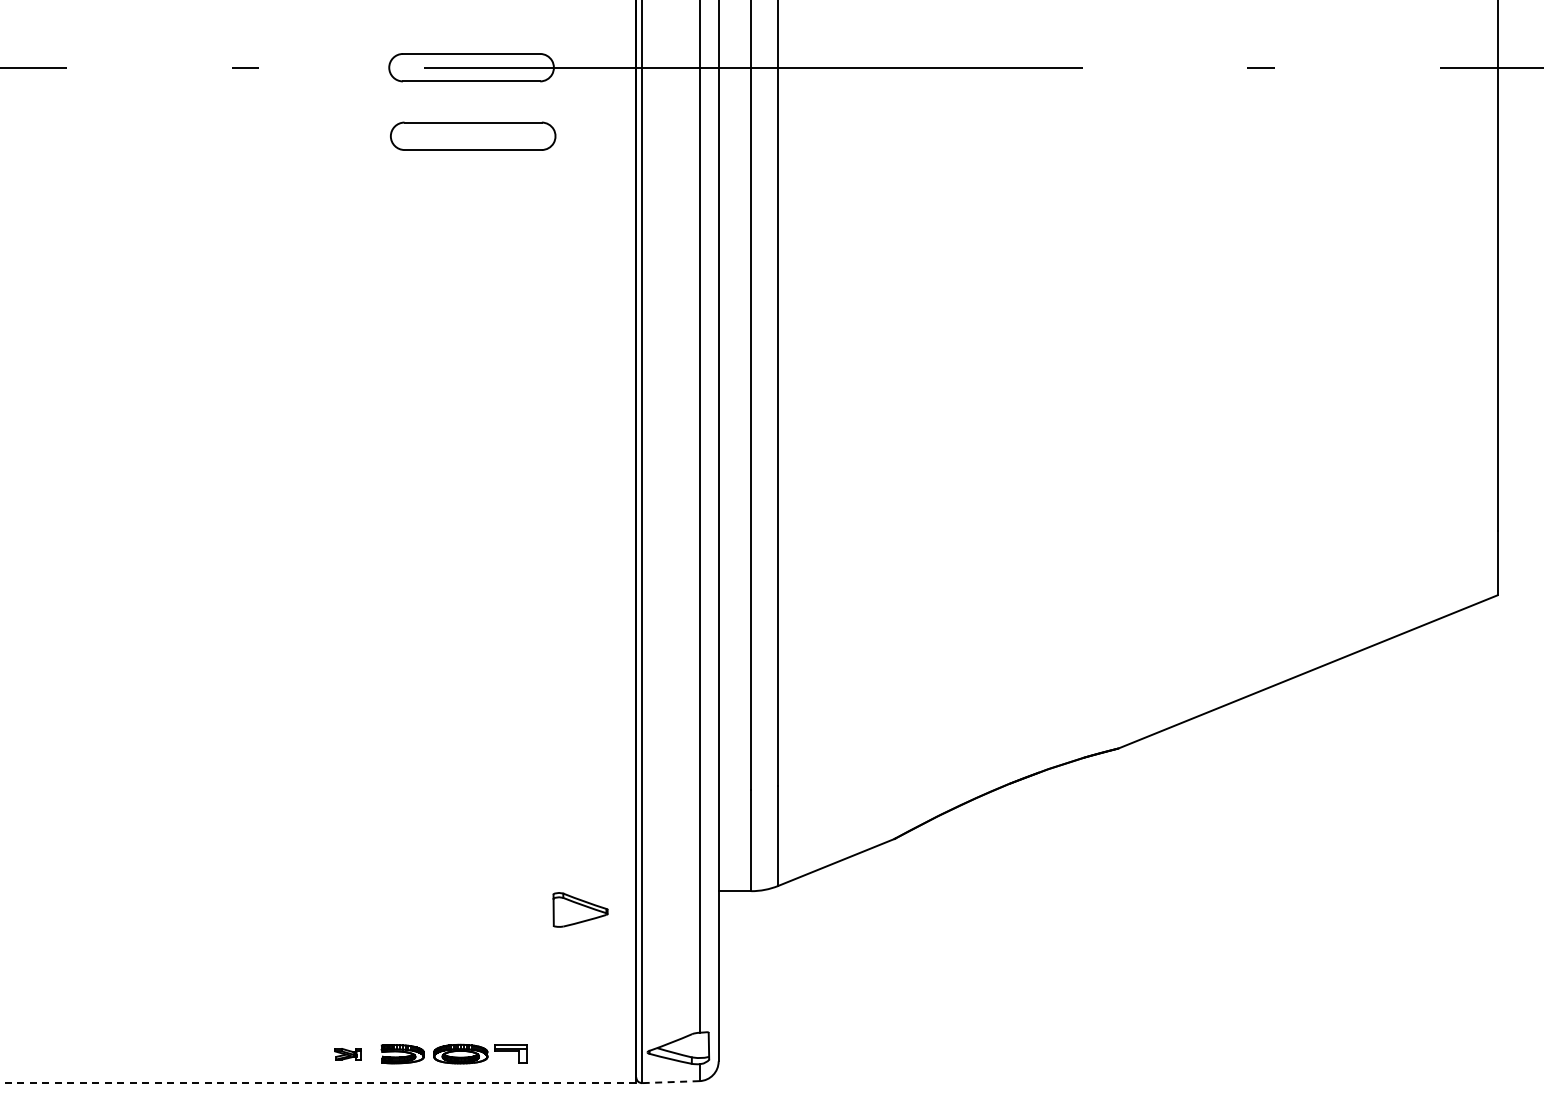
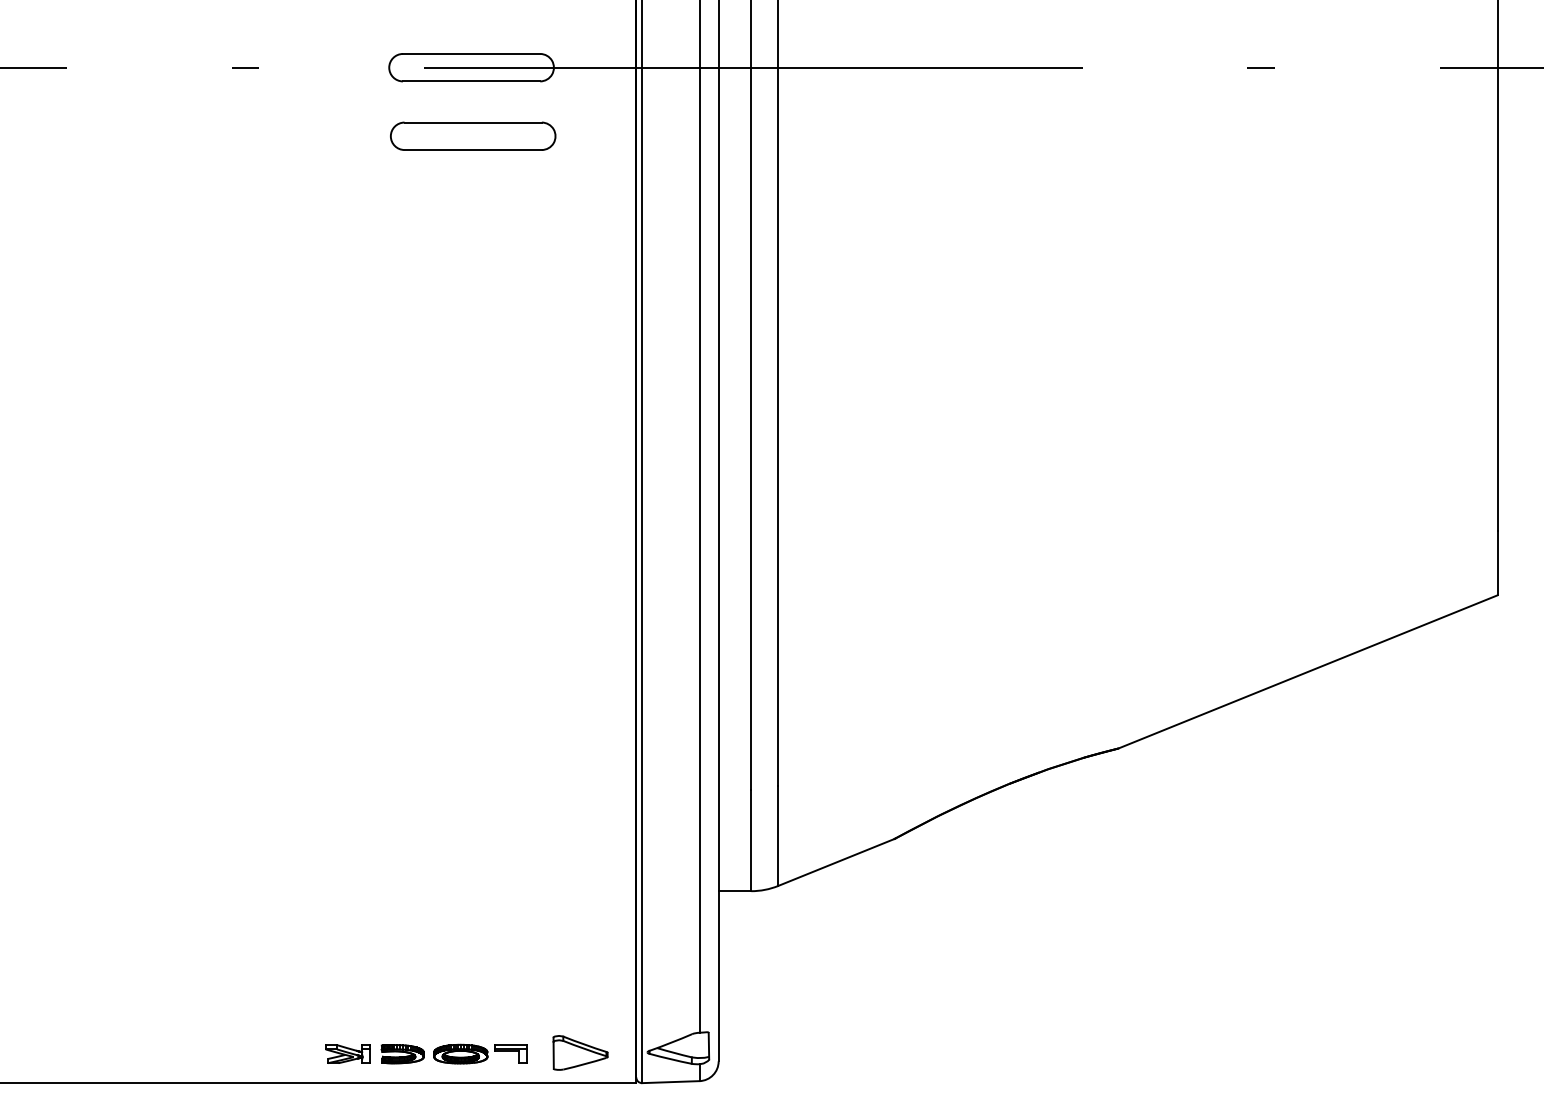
part at (580, 909) position: (580, 909) -> (580, 1052)
part at (347, 1054) size: 28x13 px -> 46x20 px
line at (670, 1082): dashed -> solid
line at (318, 1083): dashed -> solid
